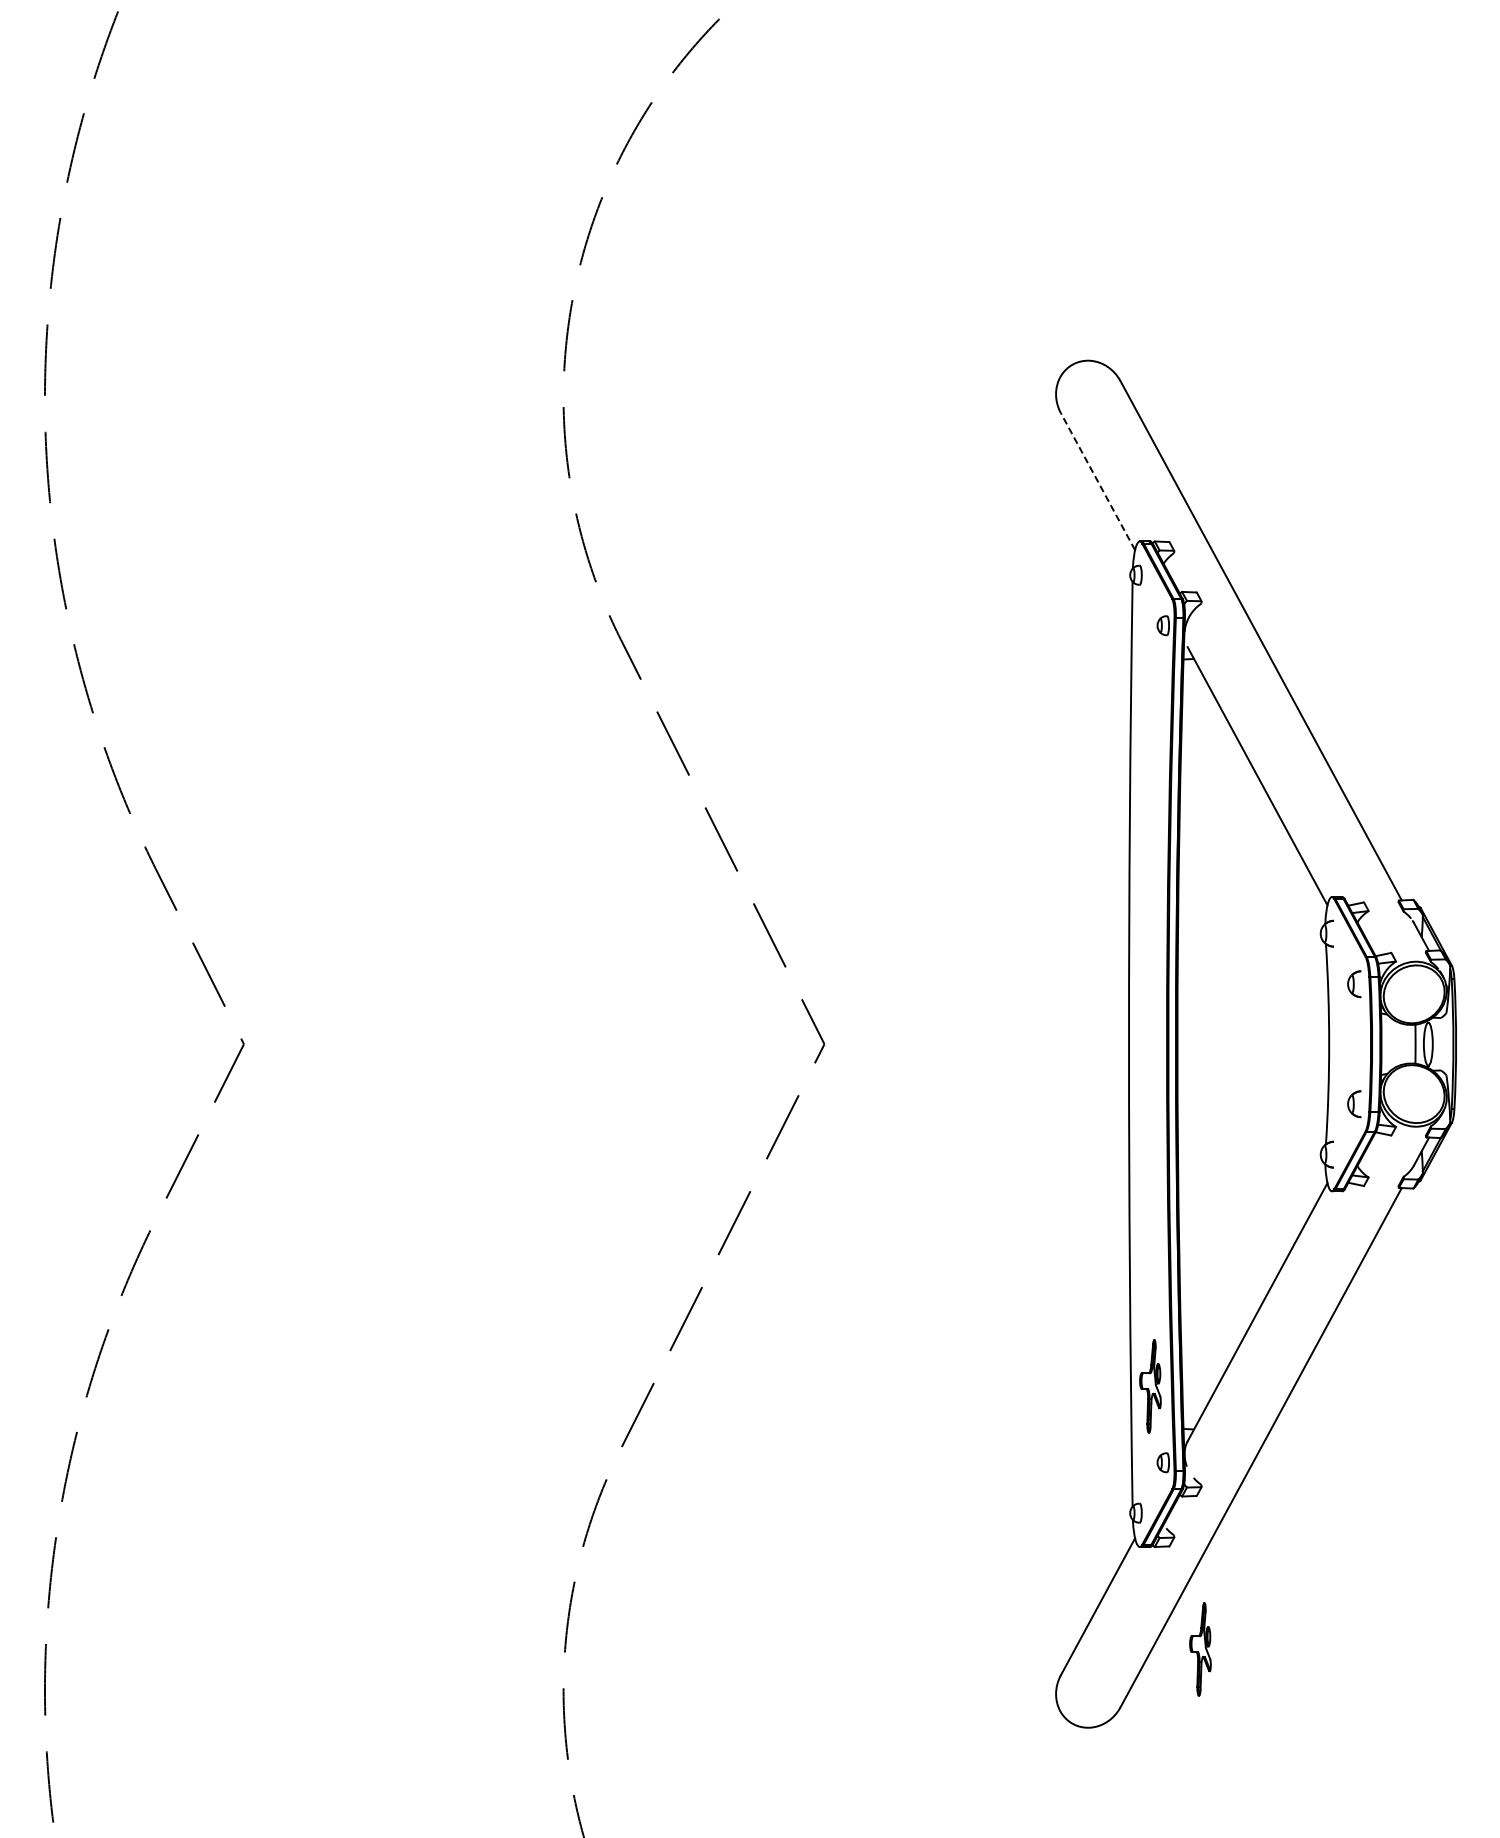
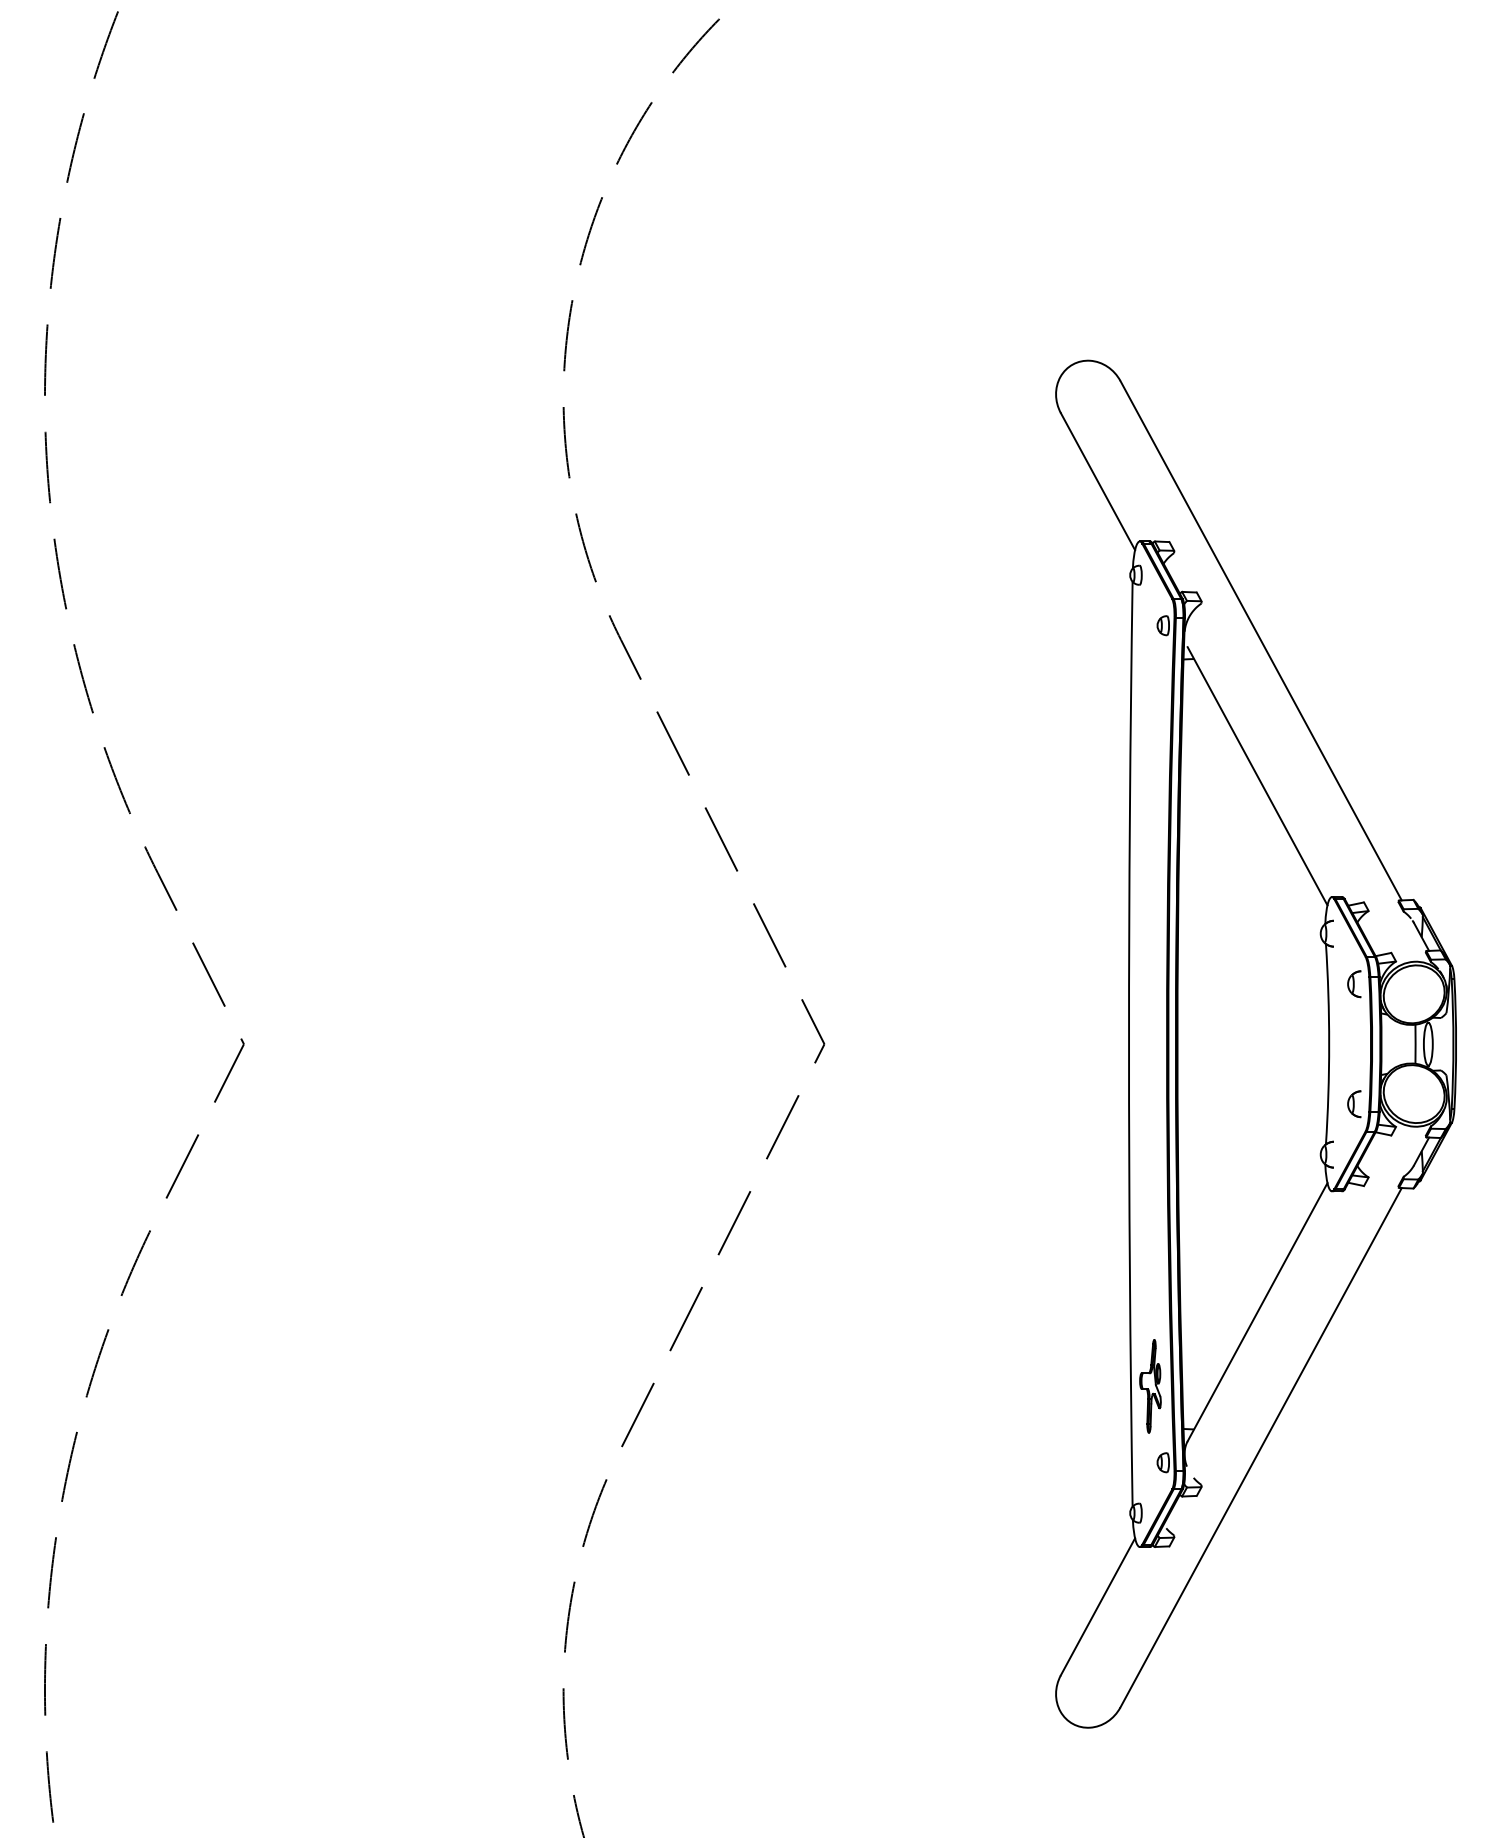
line at (1097, 481): dashed -> solid
part at (1200, 1649): present -> none
